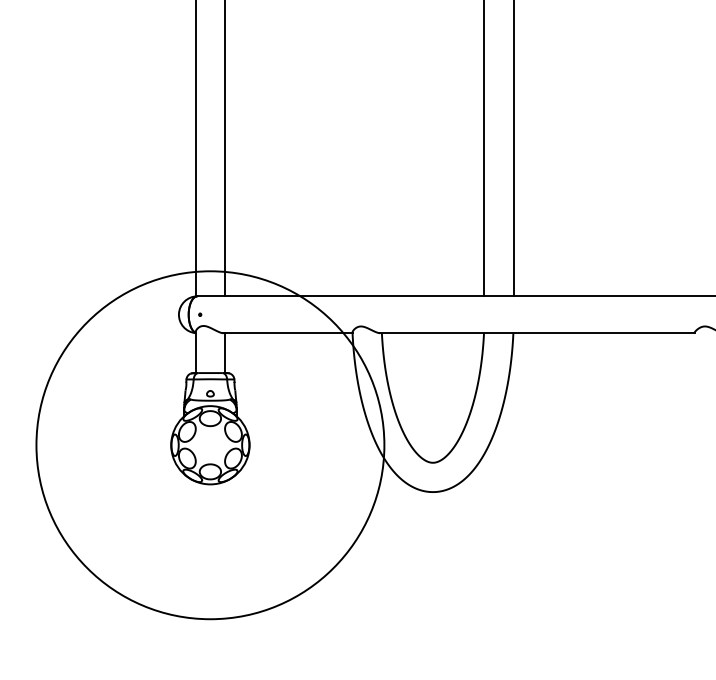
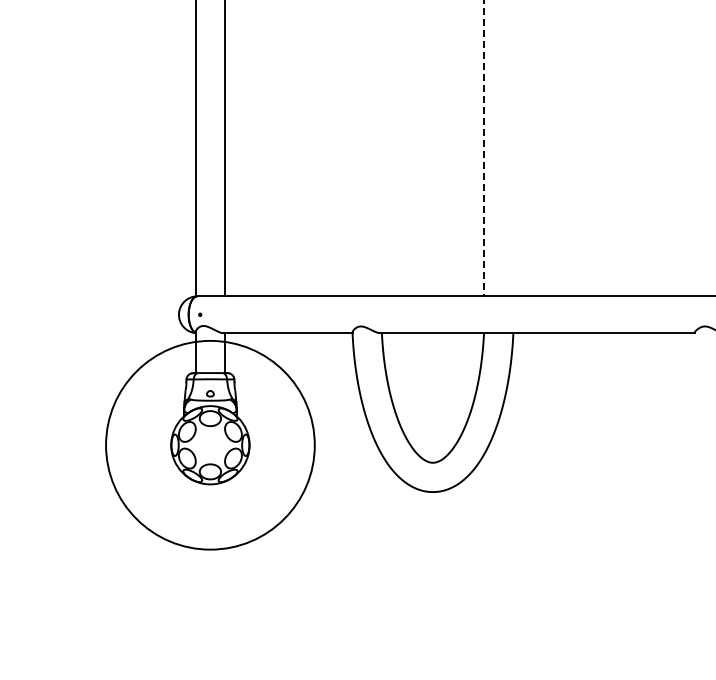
line at (484, 148): solid -> dashed
line at (513, 149): present -> none
circle at (210, 445) diameter: 348 px -> 209 px
